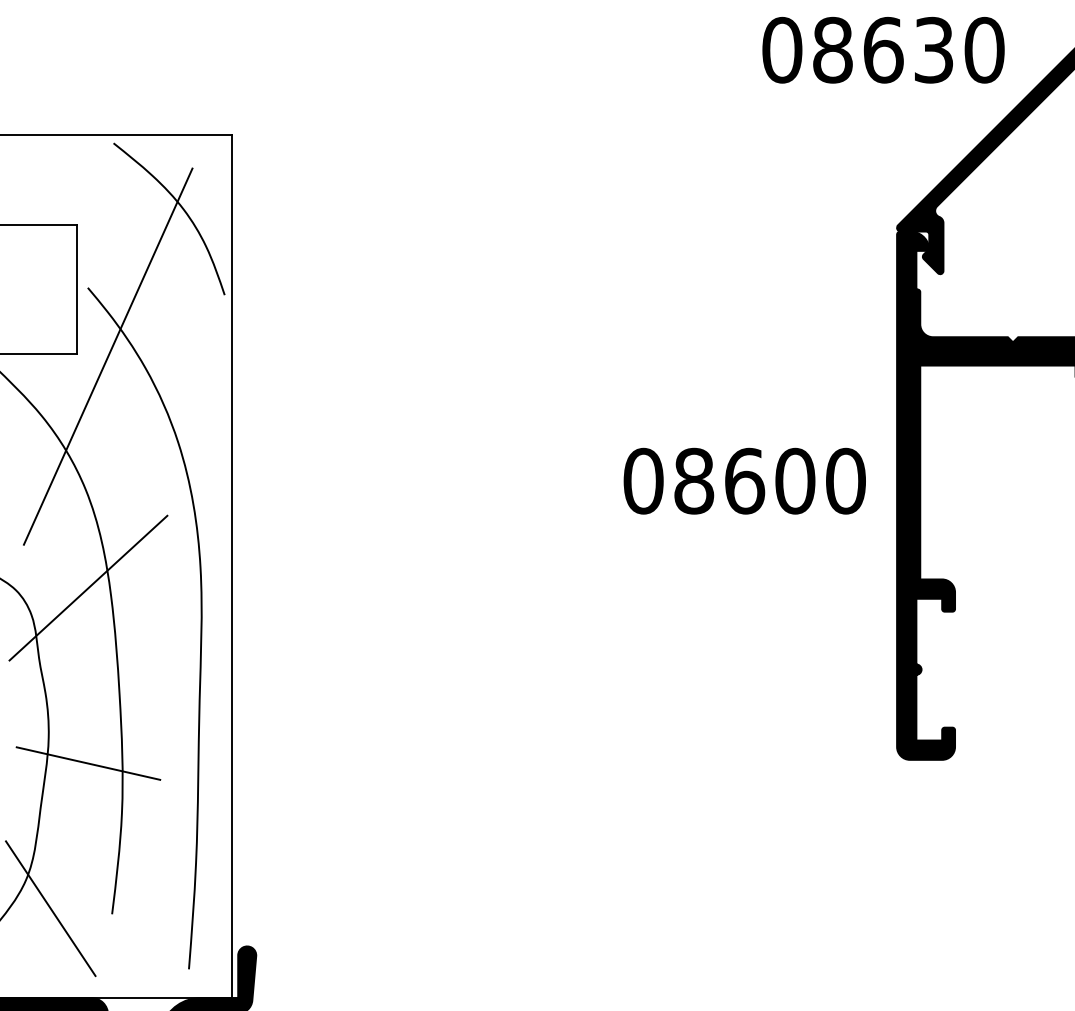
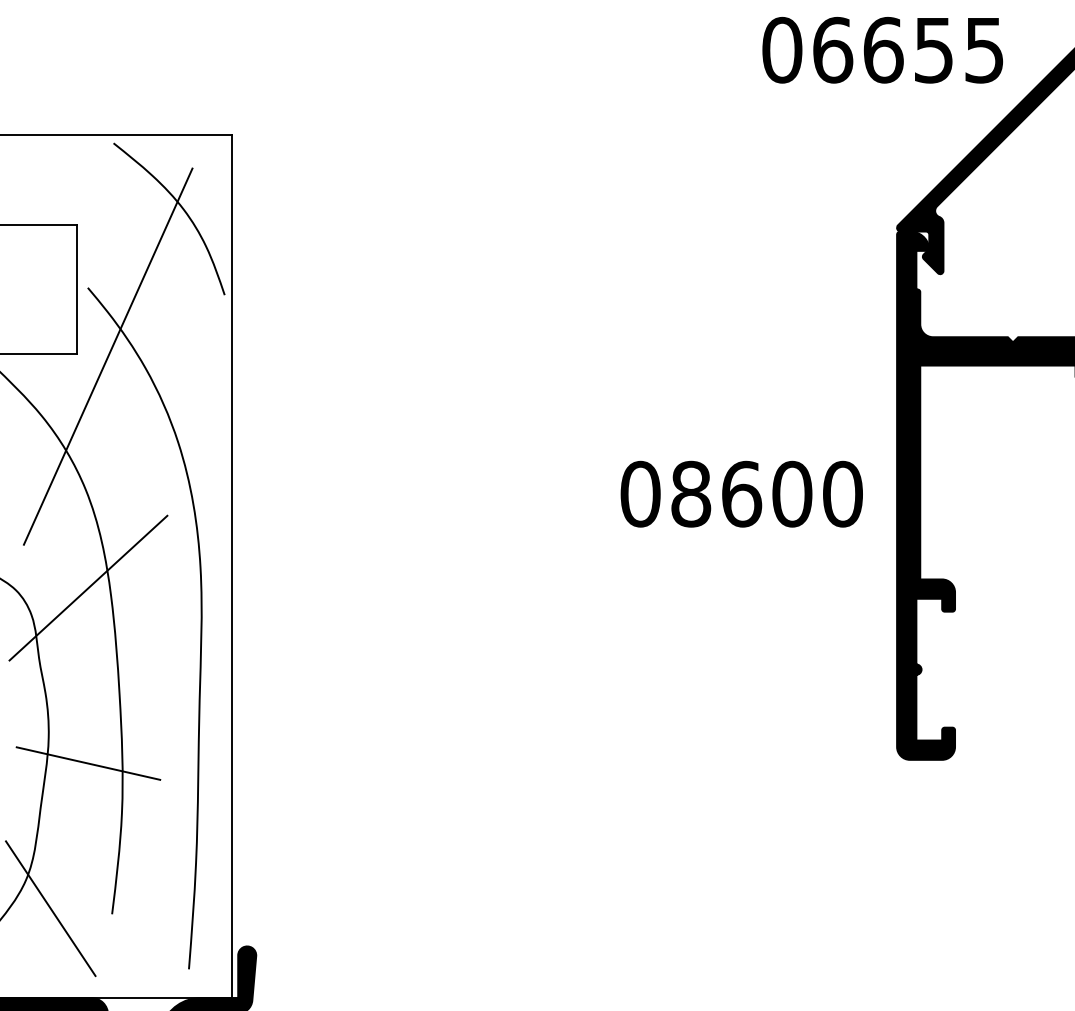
text at (908, 49): 08630 -> 06655
text at (744, 480) position: (744, 480) -> (741, 493)
